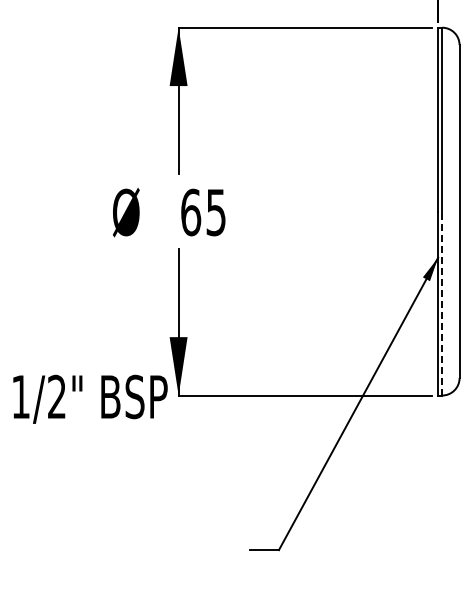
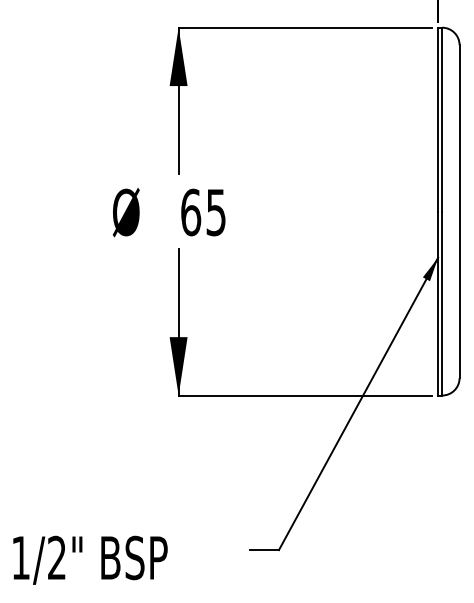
line at (442, 303): dashed -> solid
text at (90, 398) position: (90, 398) -> (90, 559)
